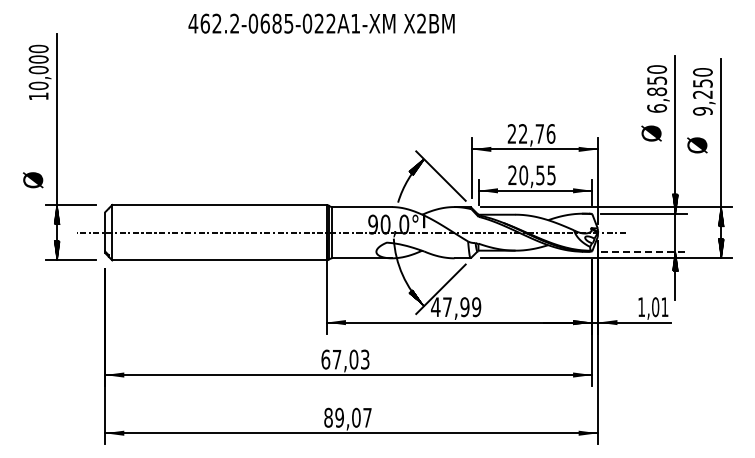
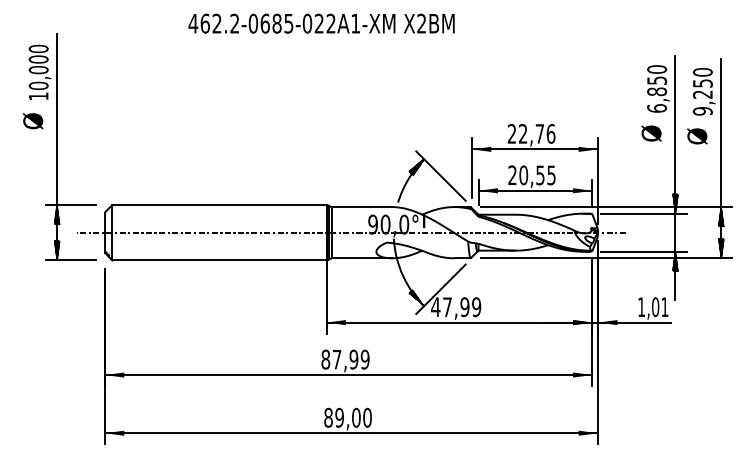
text at (697, 145) position: (697, 145) -> (697, 136)
text at (33, 180) position: (33, 180) -> (33, 121)
line at (643, 251): dashed -> solid
text at (345, 359): 67,03 -> 87,99
text at (367, 417): 89,07 -> 89,00
